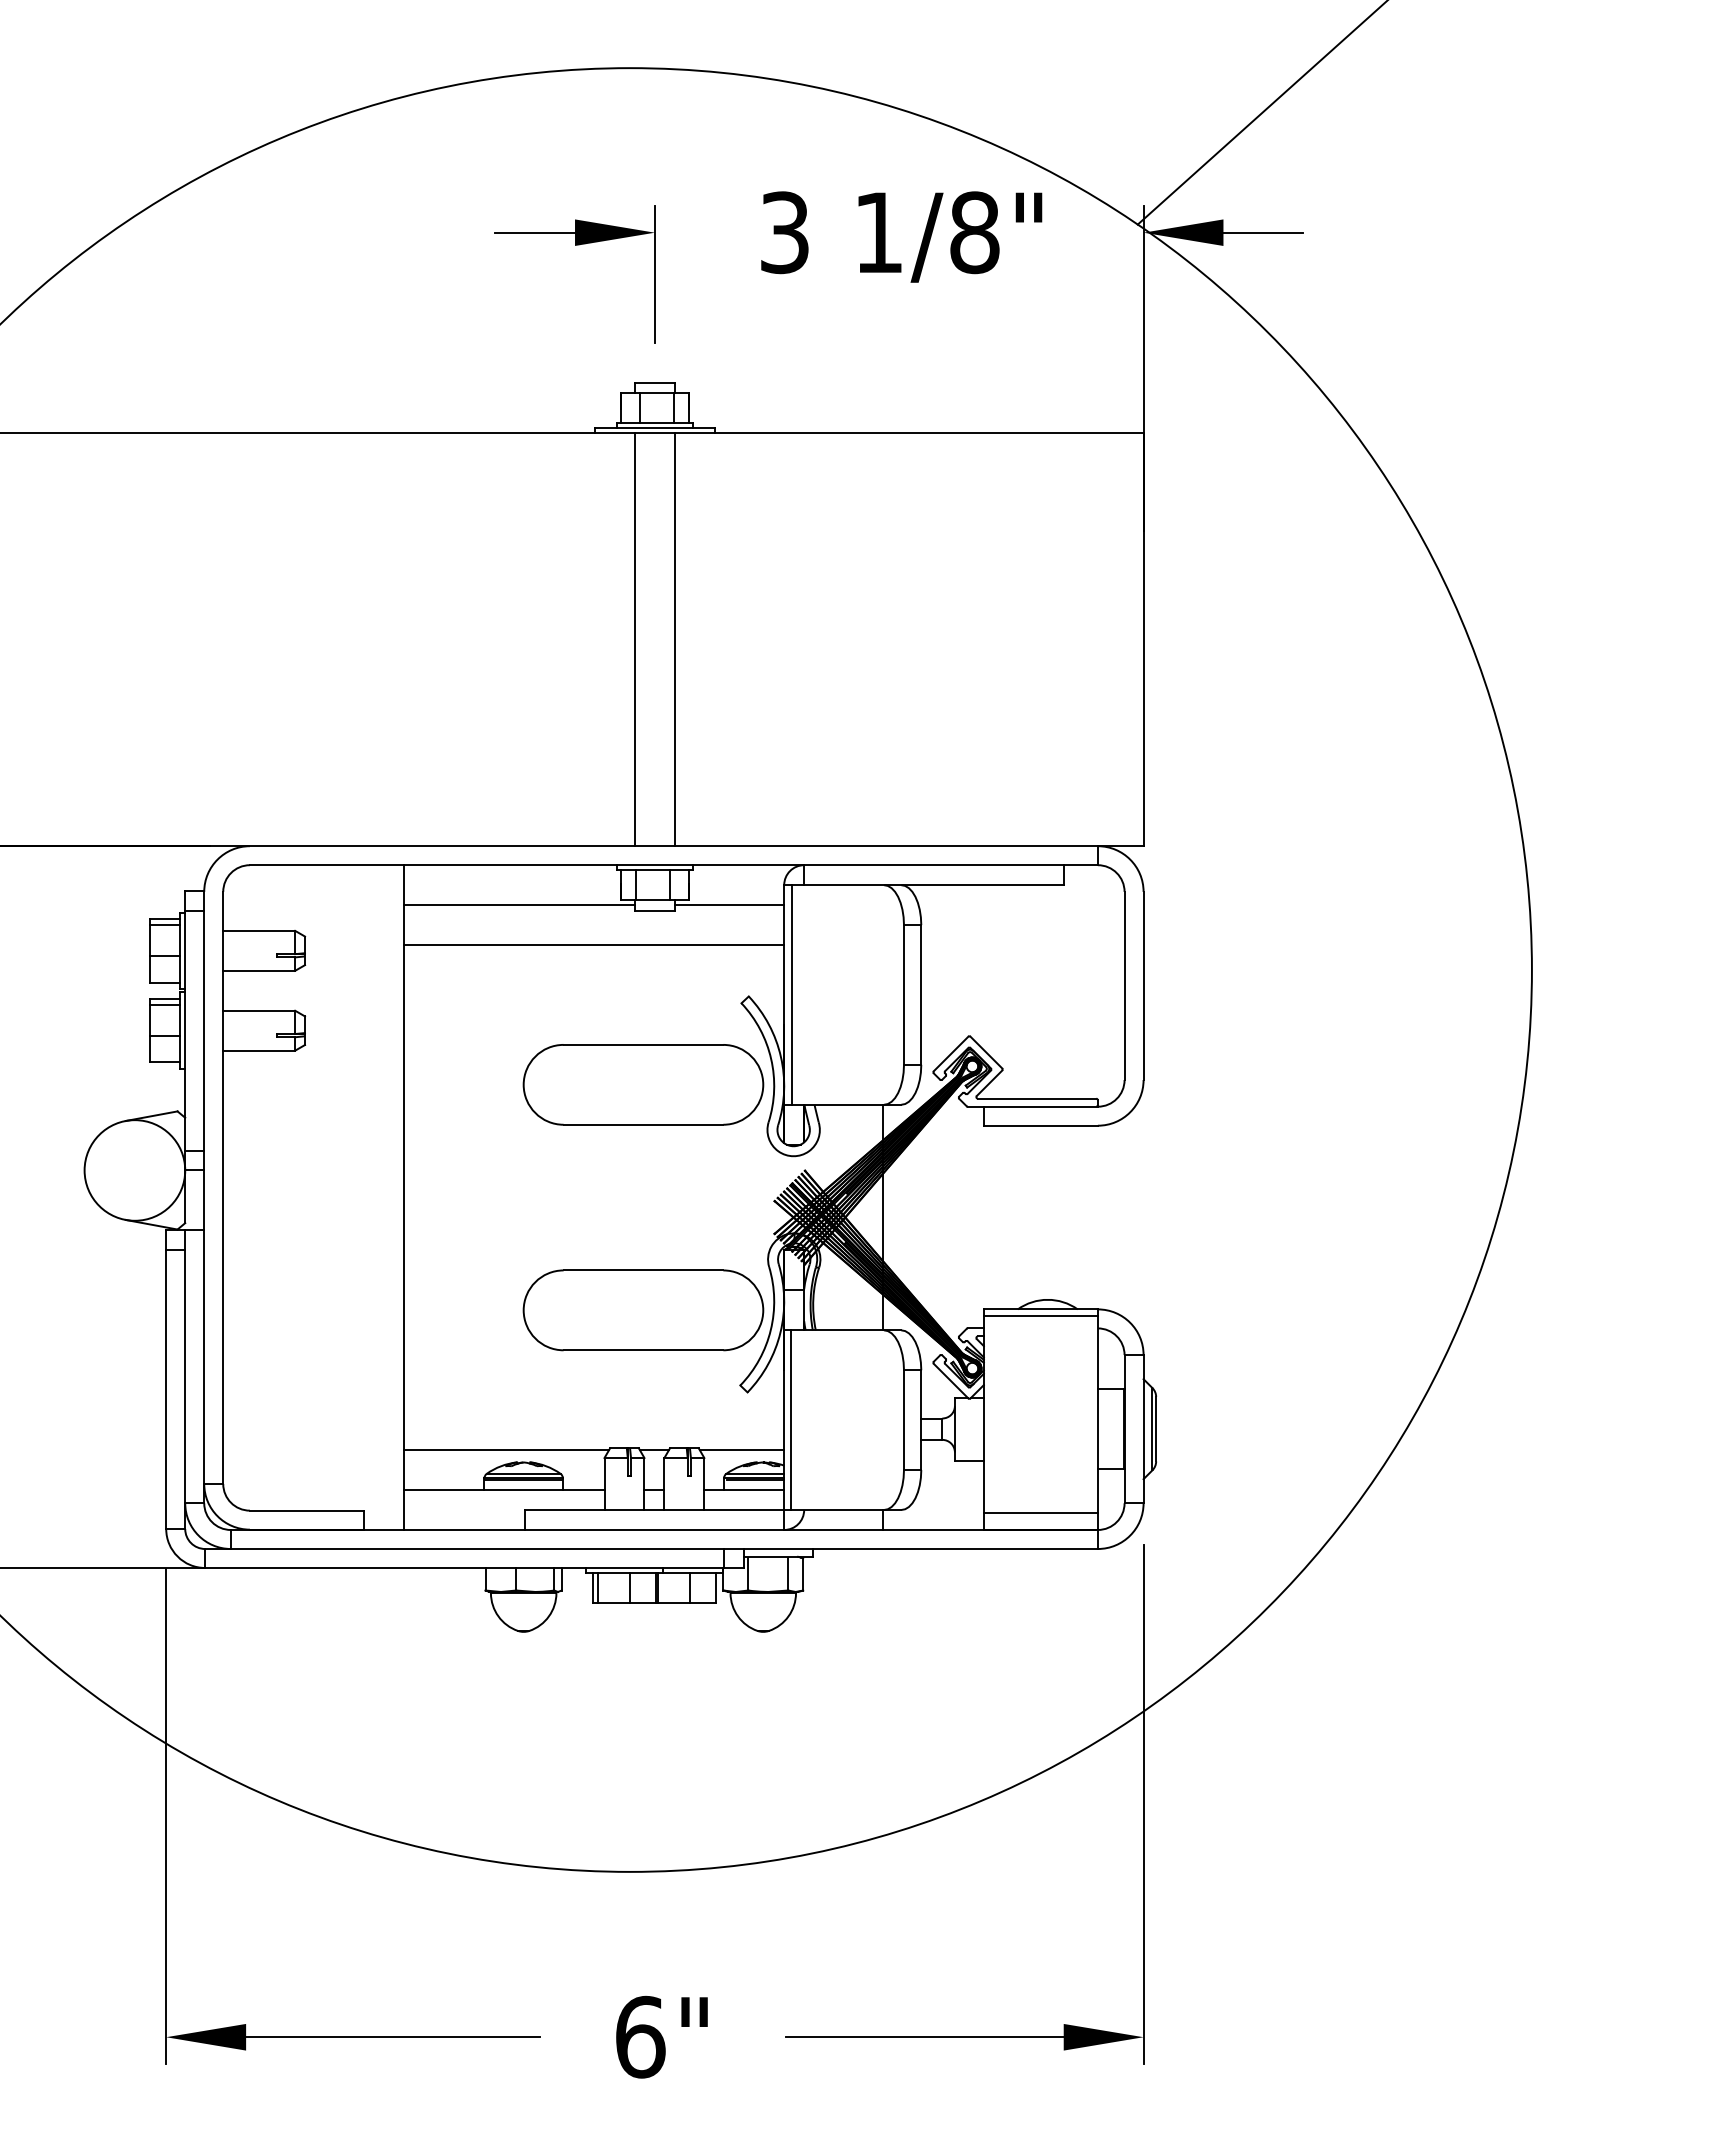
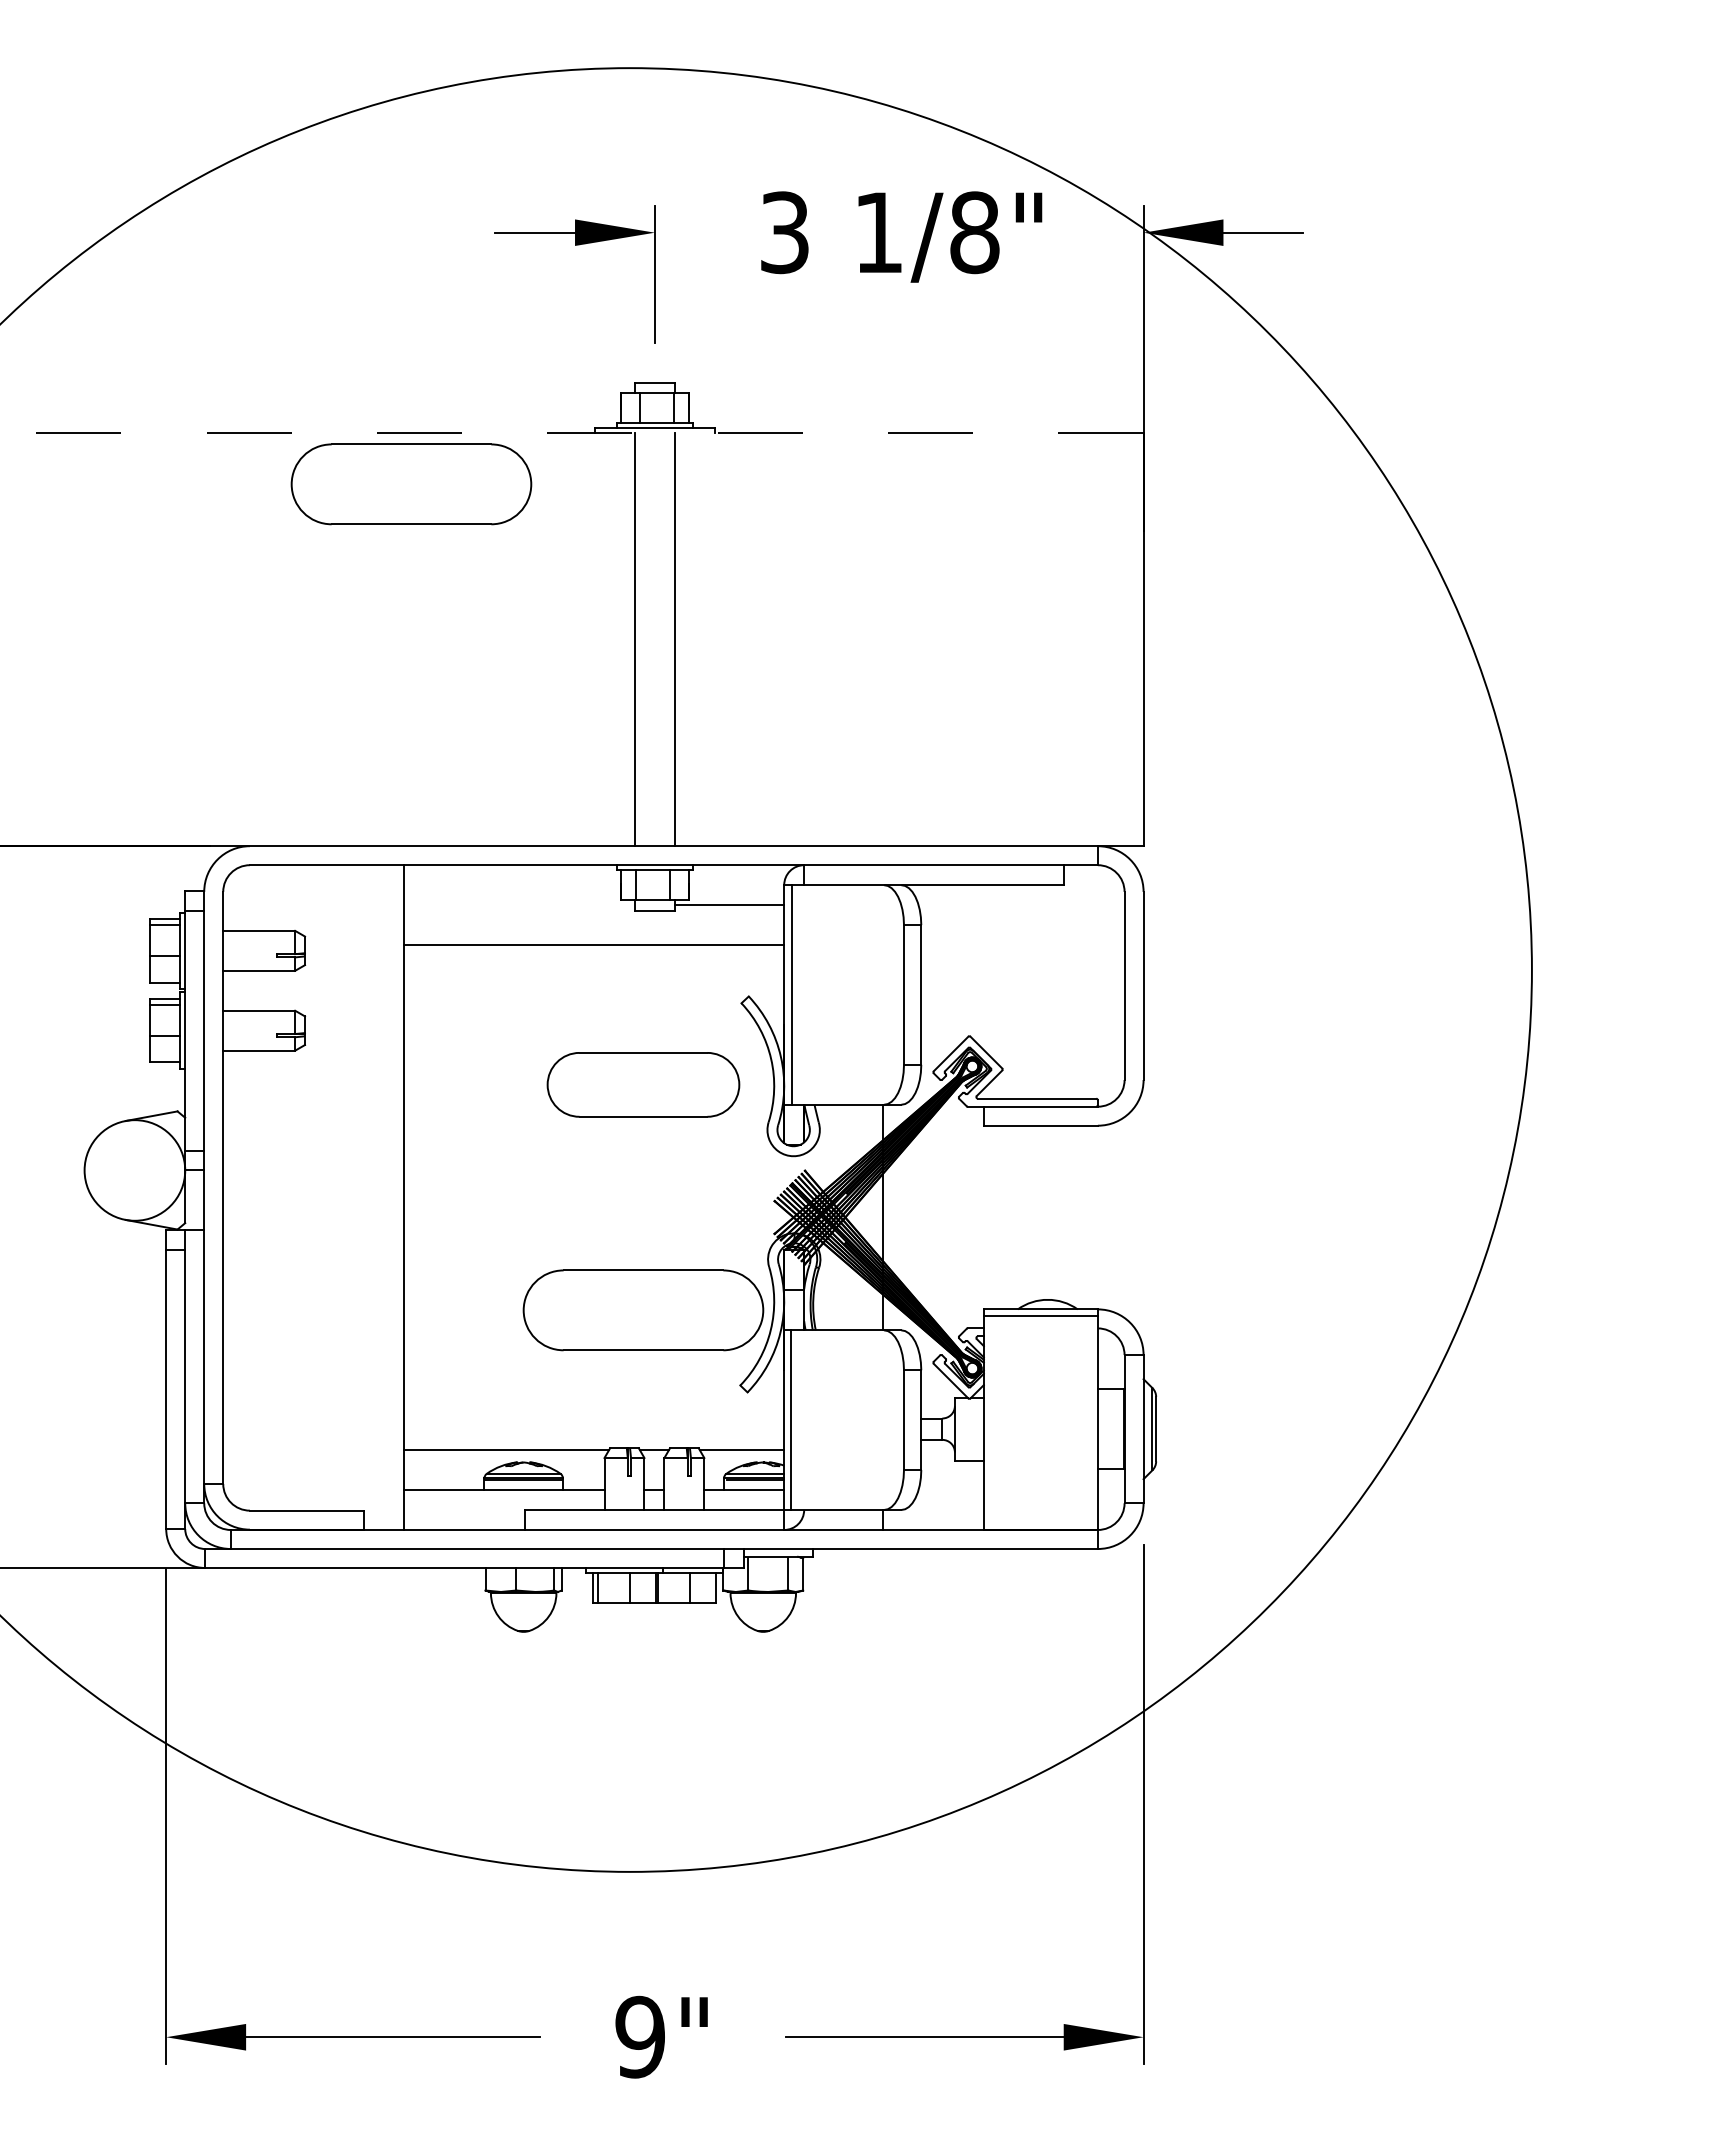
line at (1261, 113): present -> none
line at (571, 433): solid -> dashed
part at (411, 484): none -> present
line at (518, 905): present -> none
part at (643, 1084) size: 243x82 px -> 195x66 px
line at (1040, 1513): present -> none
text at (640, 2036): 6" -> 9"
